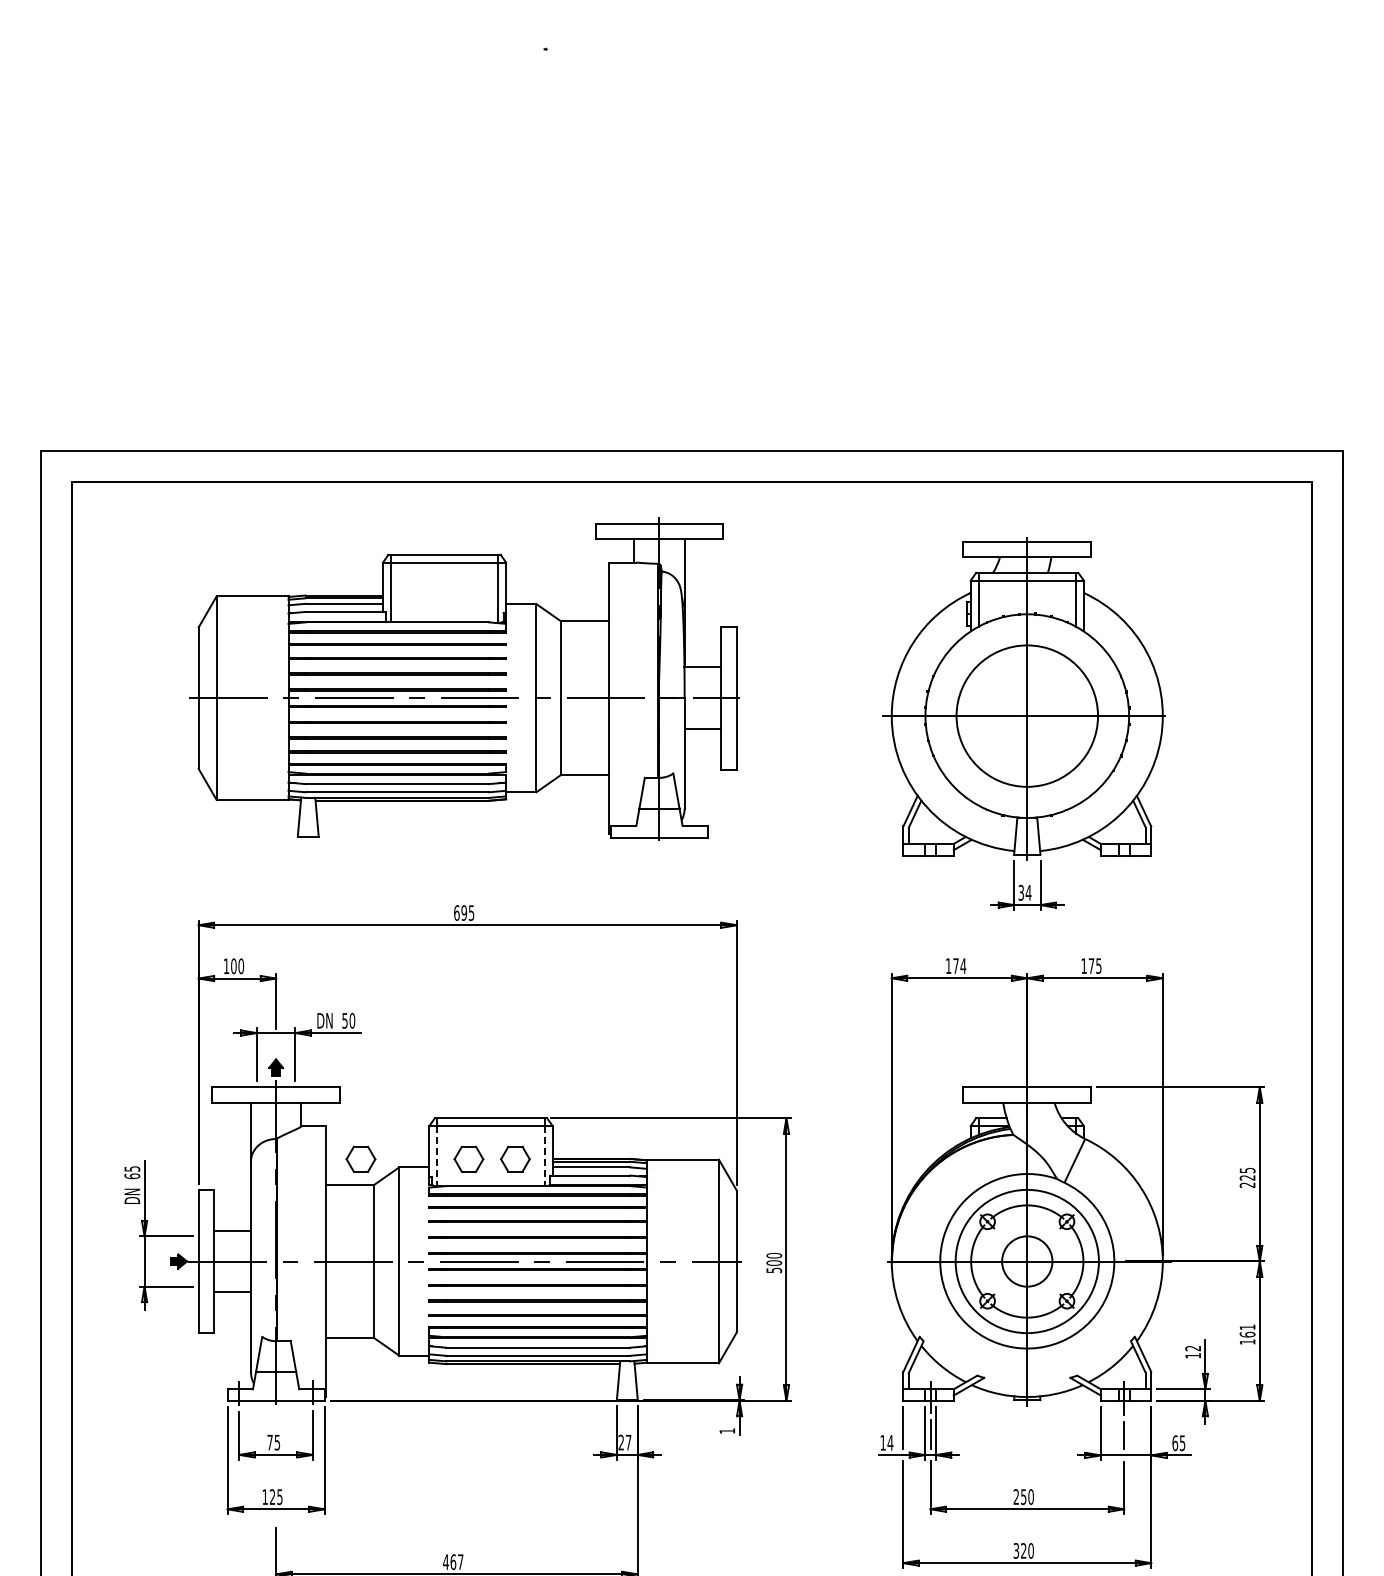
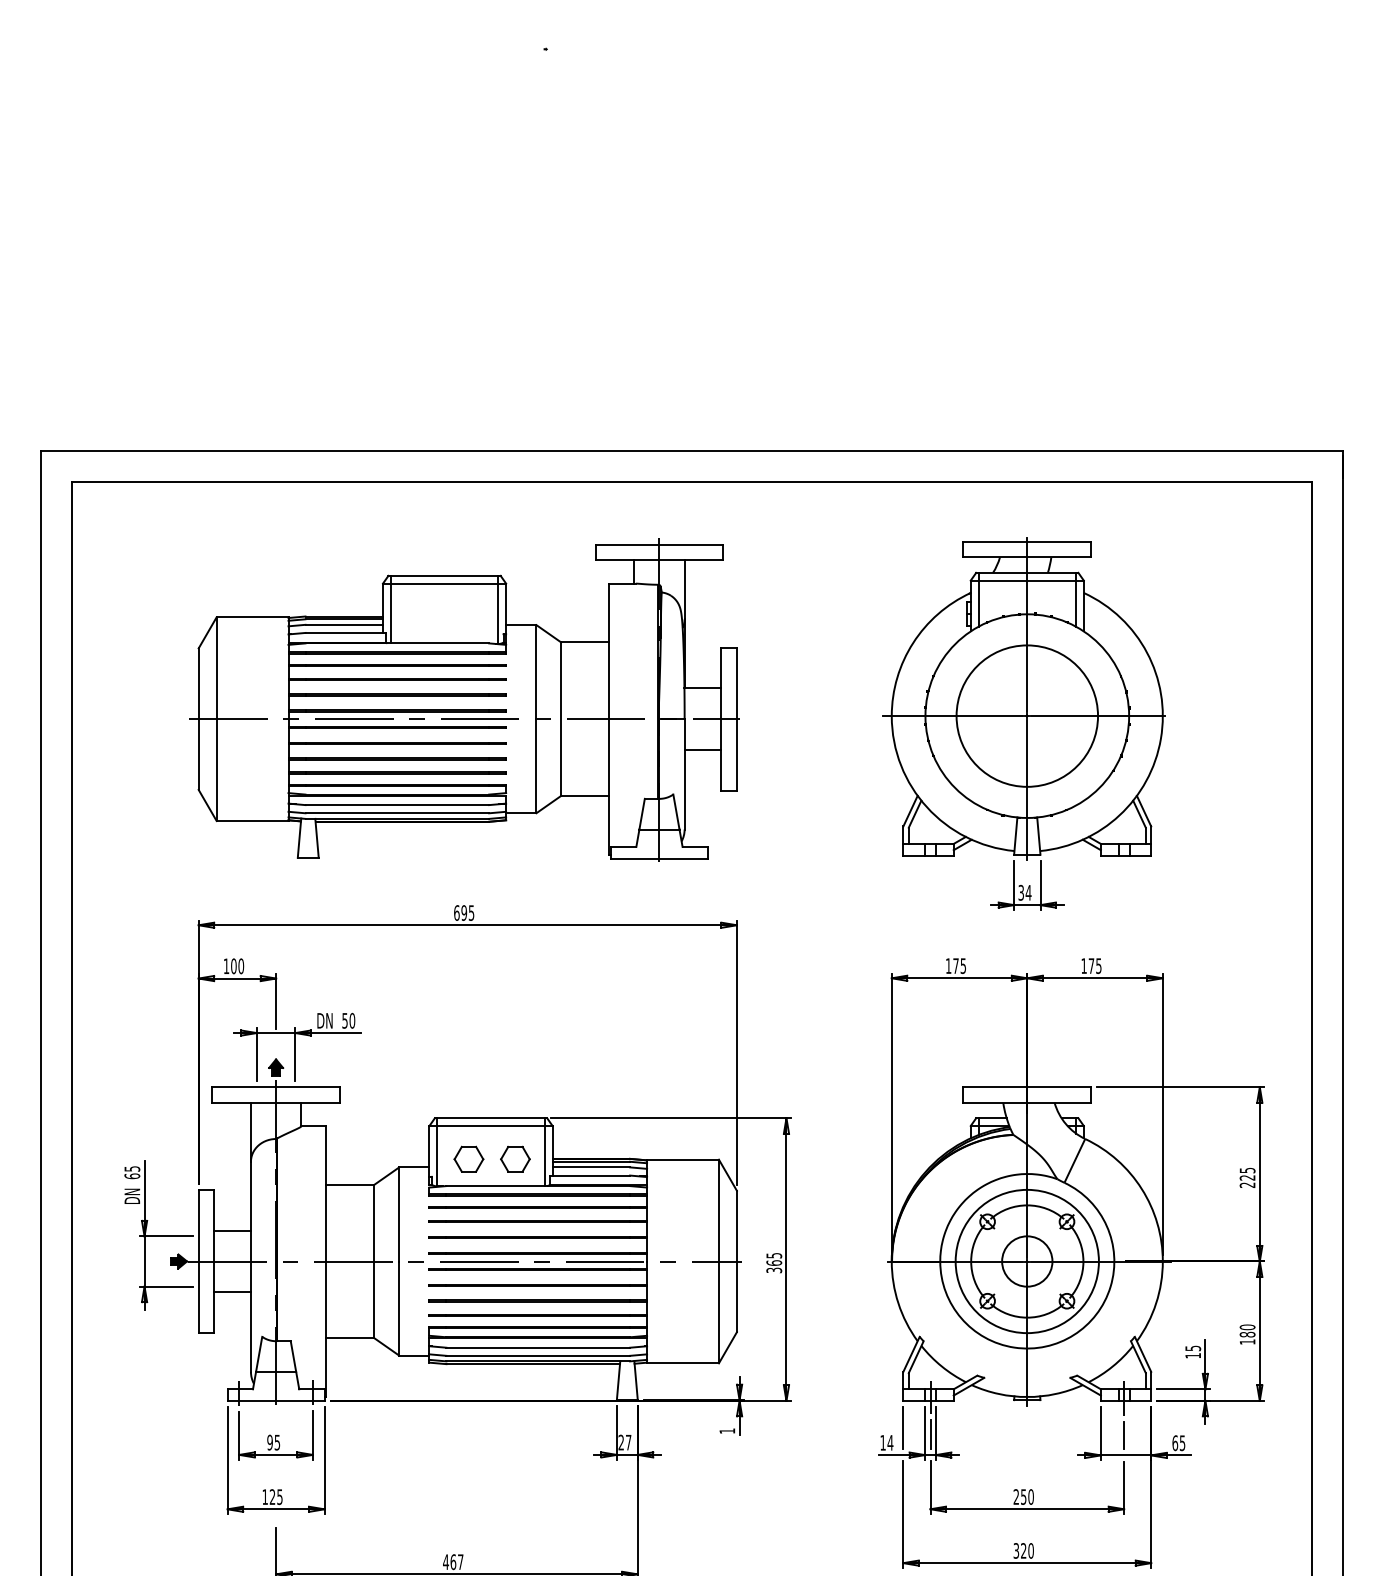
part at (464, 678) position: (464, 678) -> (464, 699)
text at (963, 966): 174 -> 175
line at (437, 1156): dashed -> solid
line at (544, 1156): dashed -> solid
part at (360, 1158): present -> none
text at (774, 1262): 500 -> 365
text at (1247, 1330): 161 -> 180
text at (1193, 1348): 12 -> 15
text at (269, 1442): 75 -> 95
